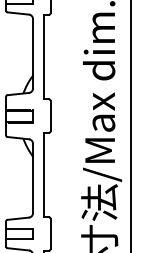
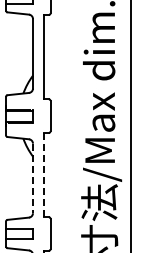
line at (43, 174): solid -> dashed
line at (32, 178): solid -> dashed
